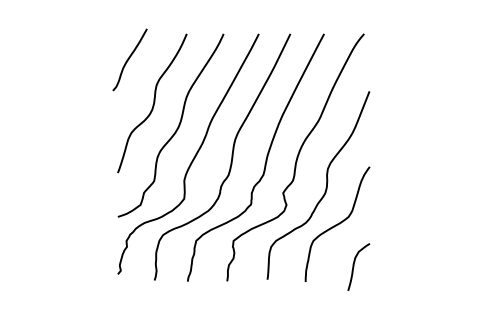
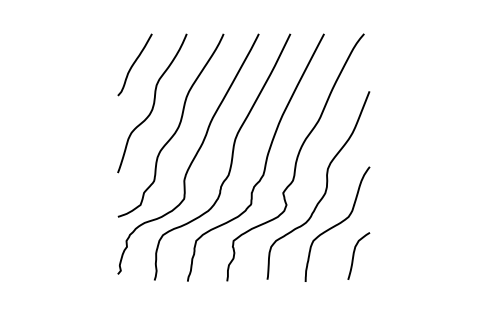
curve at (129, 59) position: (129, 59) -> (134, 64)
curve at (354, 266) position: (354, 266) -> (354, 255)
